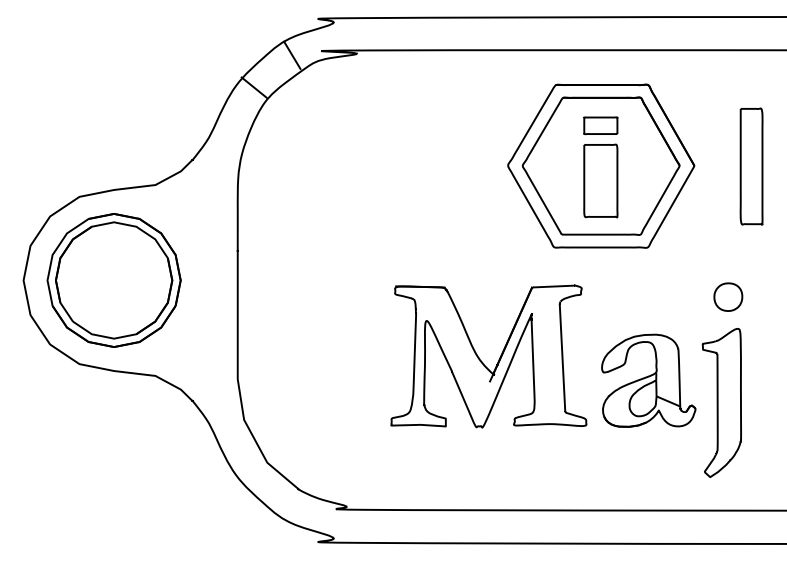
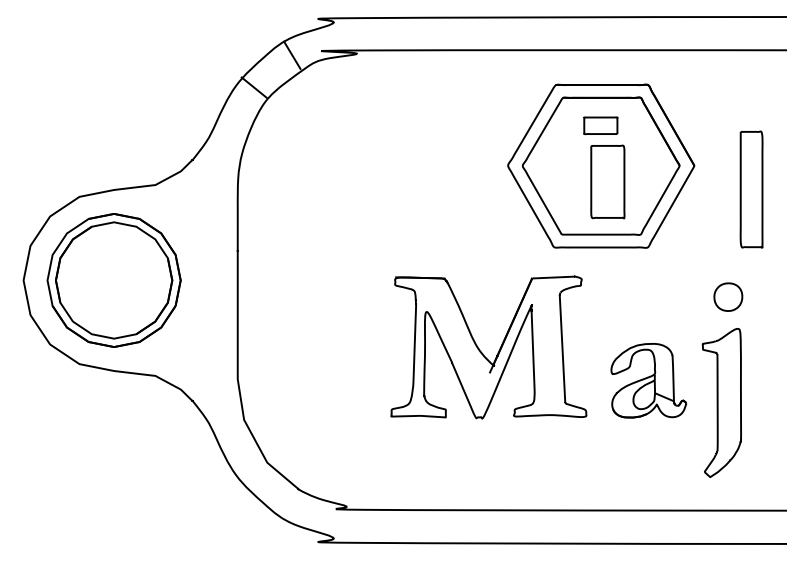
part at (751, 166) position: (751, 166) -> (751, 189)
part at (600, 180) position: (600, 180) -> (607, 181)
part at (482, 361) position: (482, 361) -> (482, 352)
part at (648, 380) size: 96x95 px -> 78x76 px
